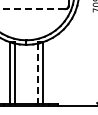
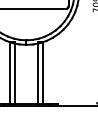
line at (32, 9): dashed -> solid
line at (38, 73): dashed -> solid
